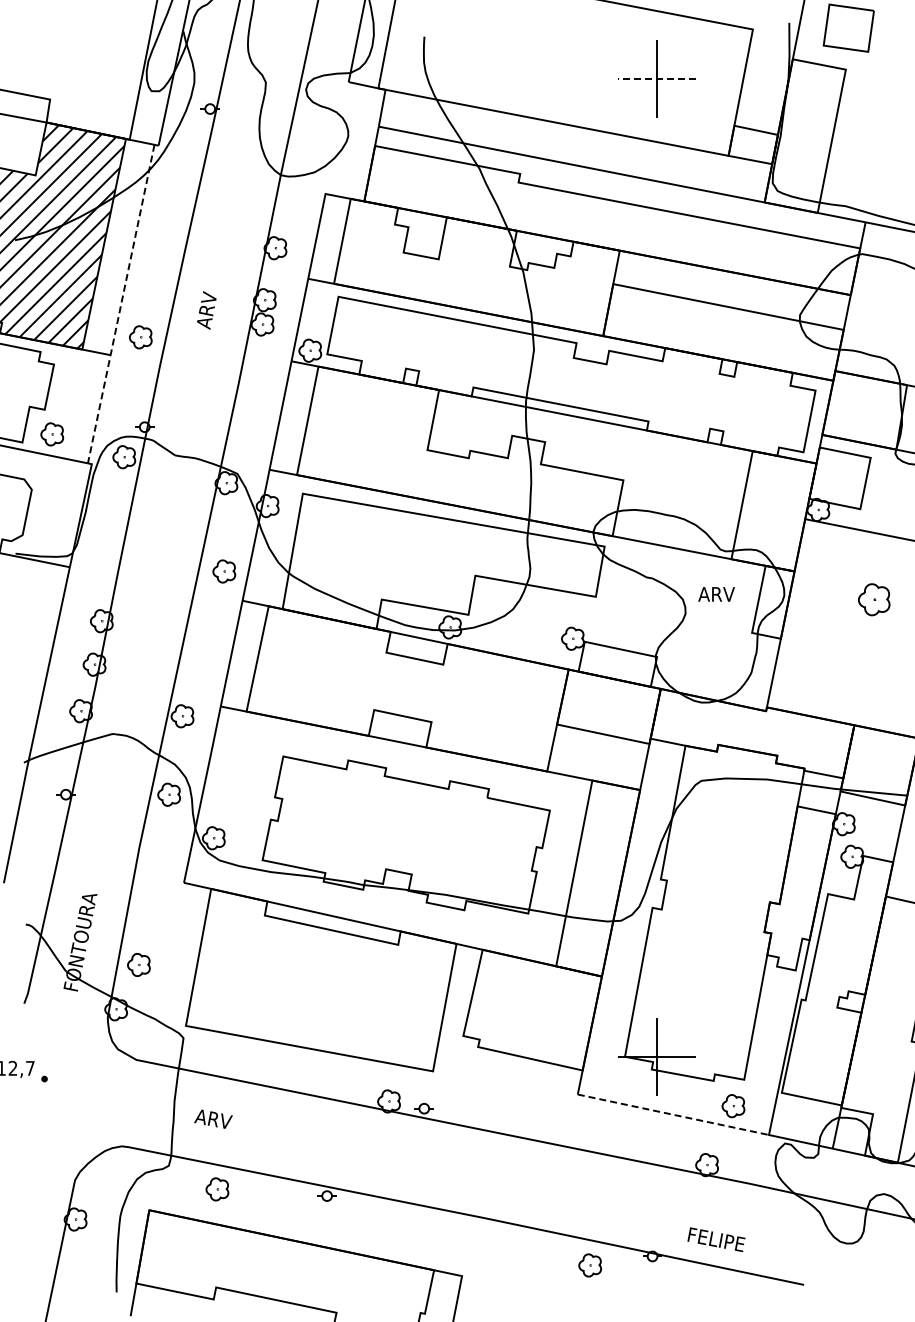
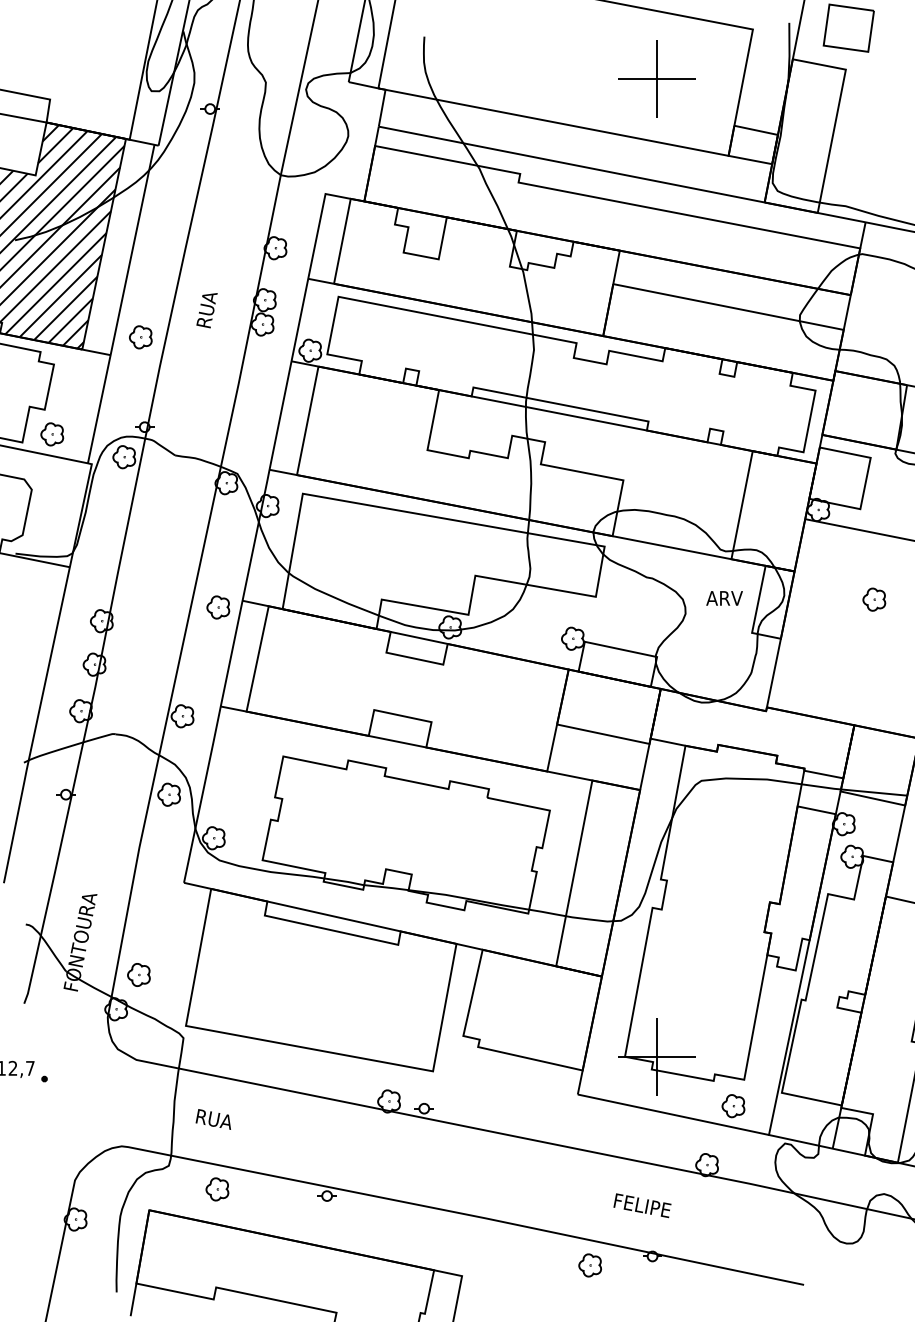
line at (656, 79): dashed -> solid
line at (121, 305): dashed -> solid
text at (206, 310): ARV -> RUA
part at (224, 571) position: (224, 571) -> (218, 607)
text at (716, 594) position: (716, 594) -> (724, 598)
part at (874, 599) size: 33x34 px -> 25x25 px
part at (138, 964) position: (138, 964) -> (138, 974)
line at (673, 1114): dashed -> solid
text at (213, 1119): ARV -> RUA
text at (716, 1239) position: (716, 1239) -> (642, 1205)
